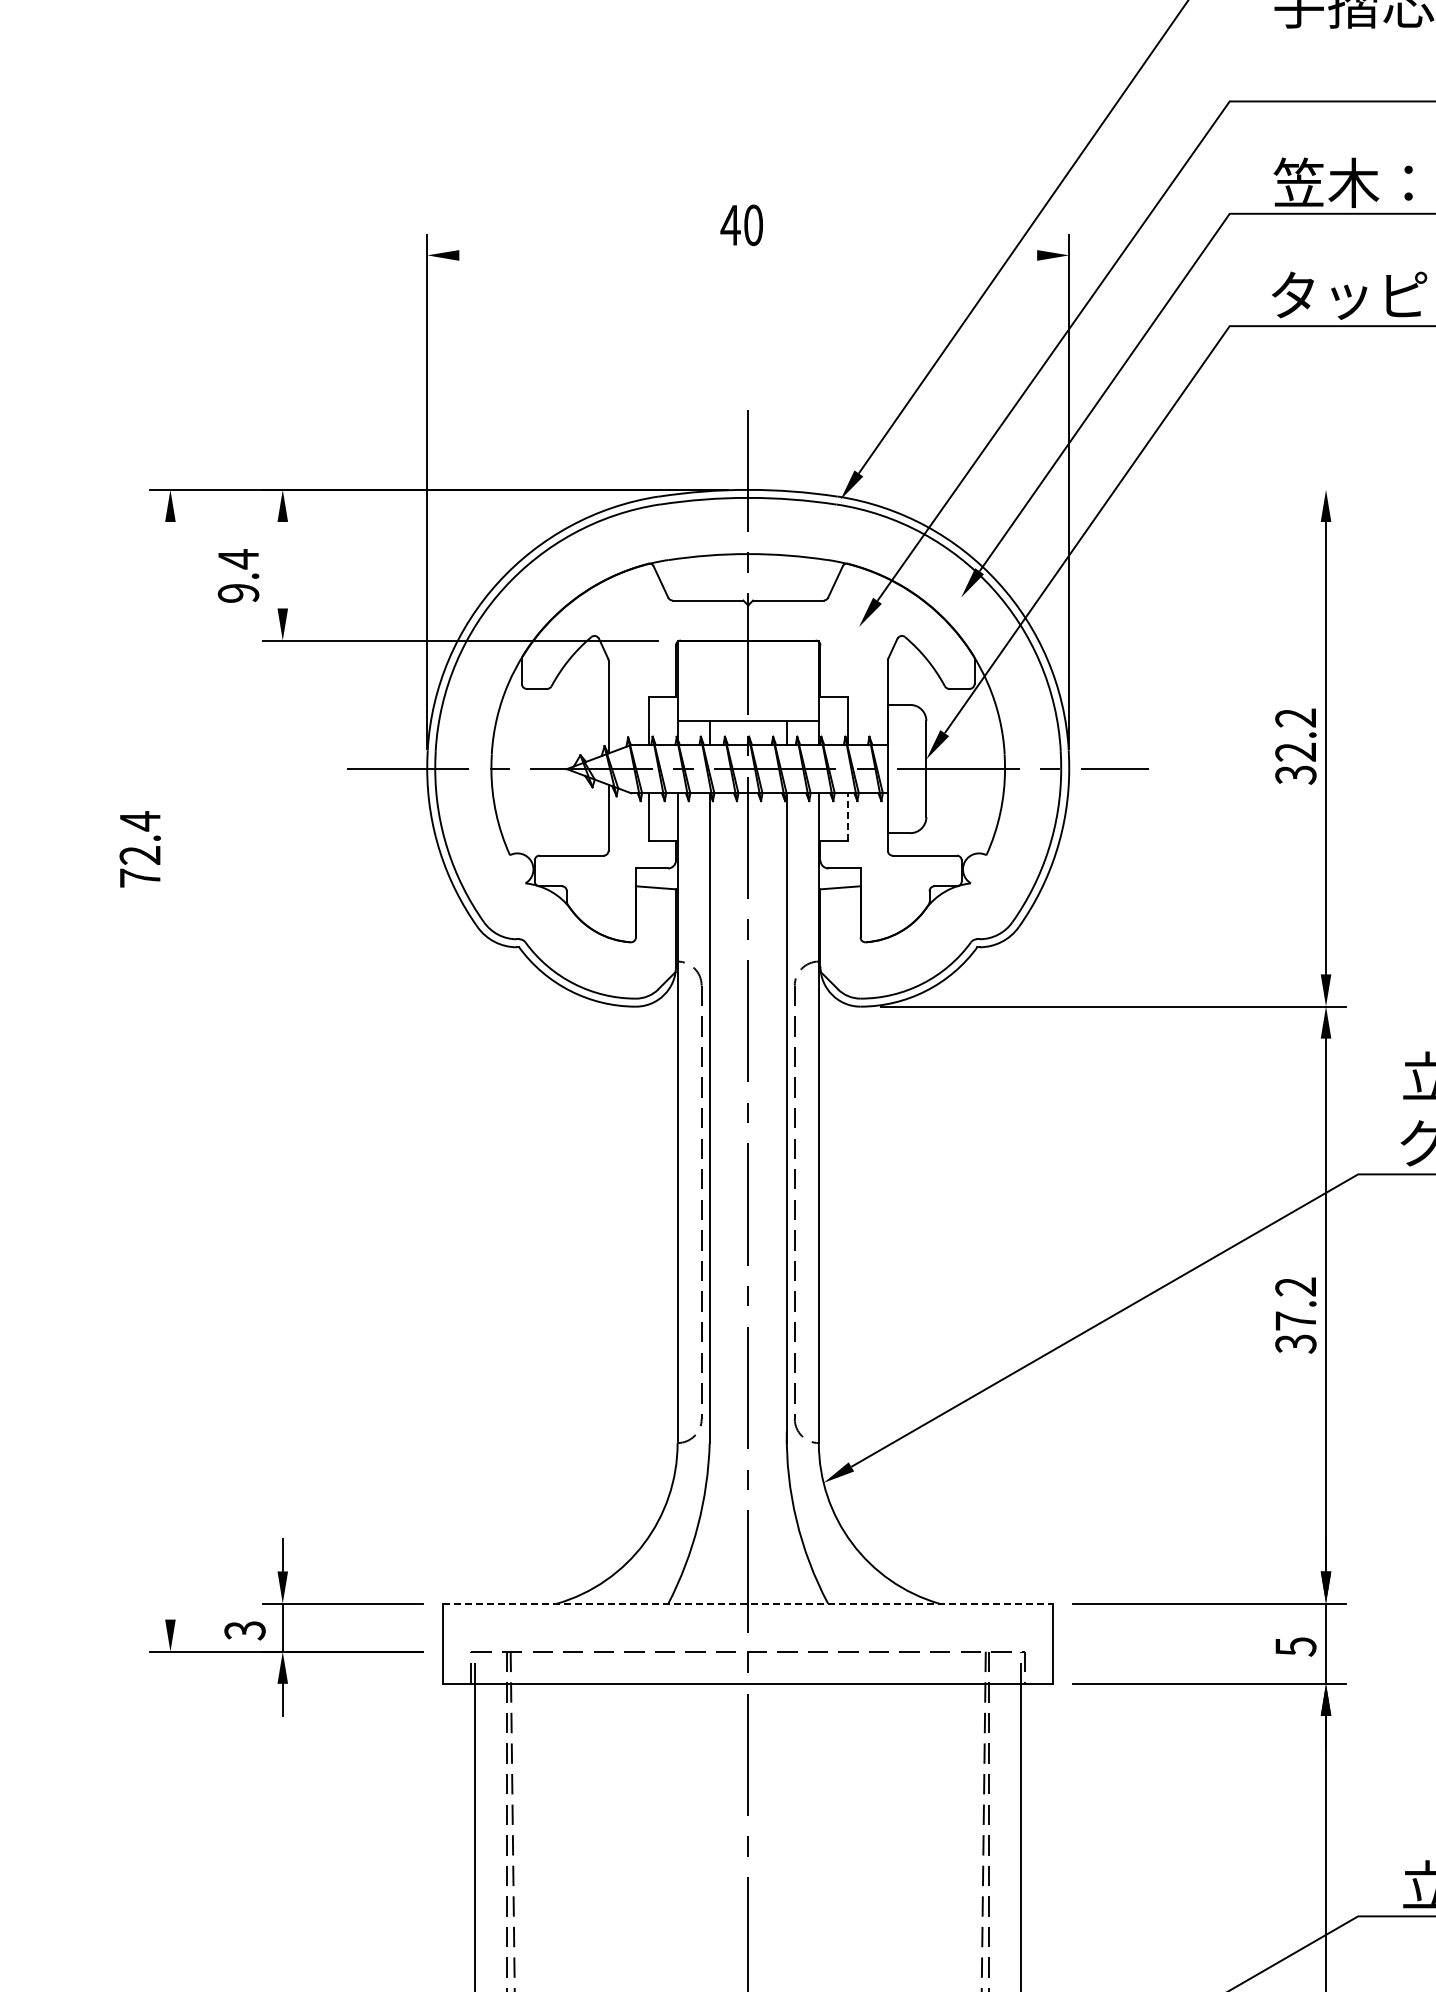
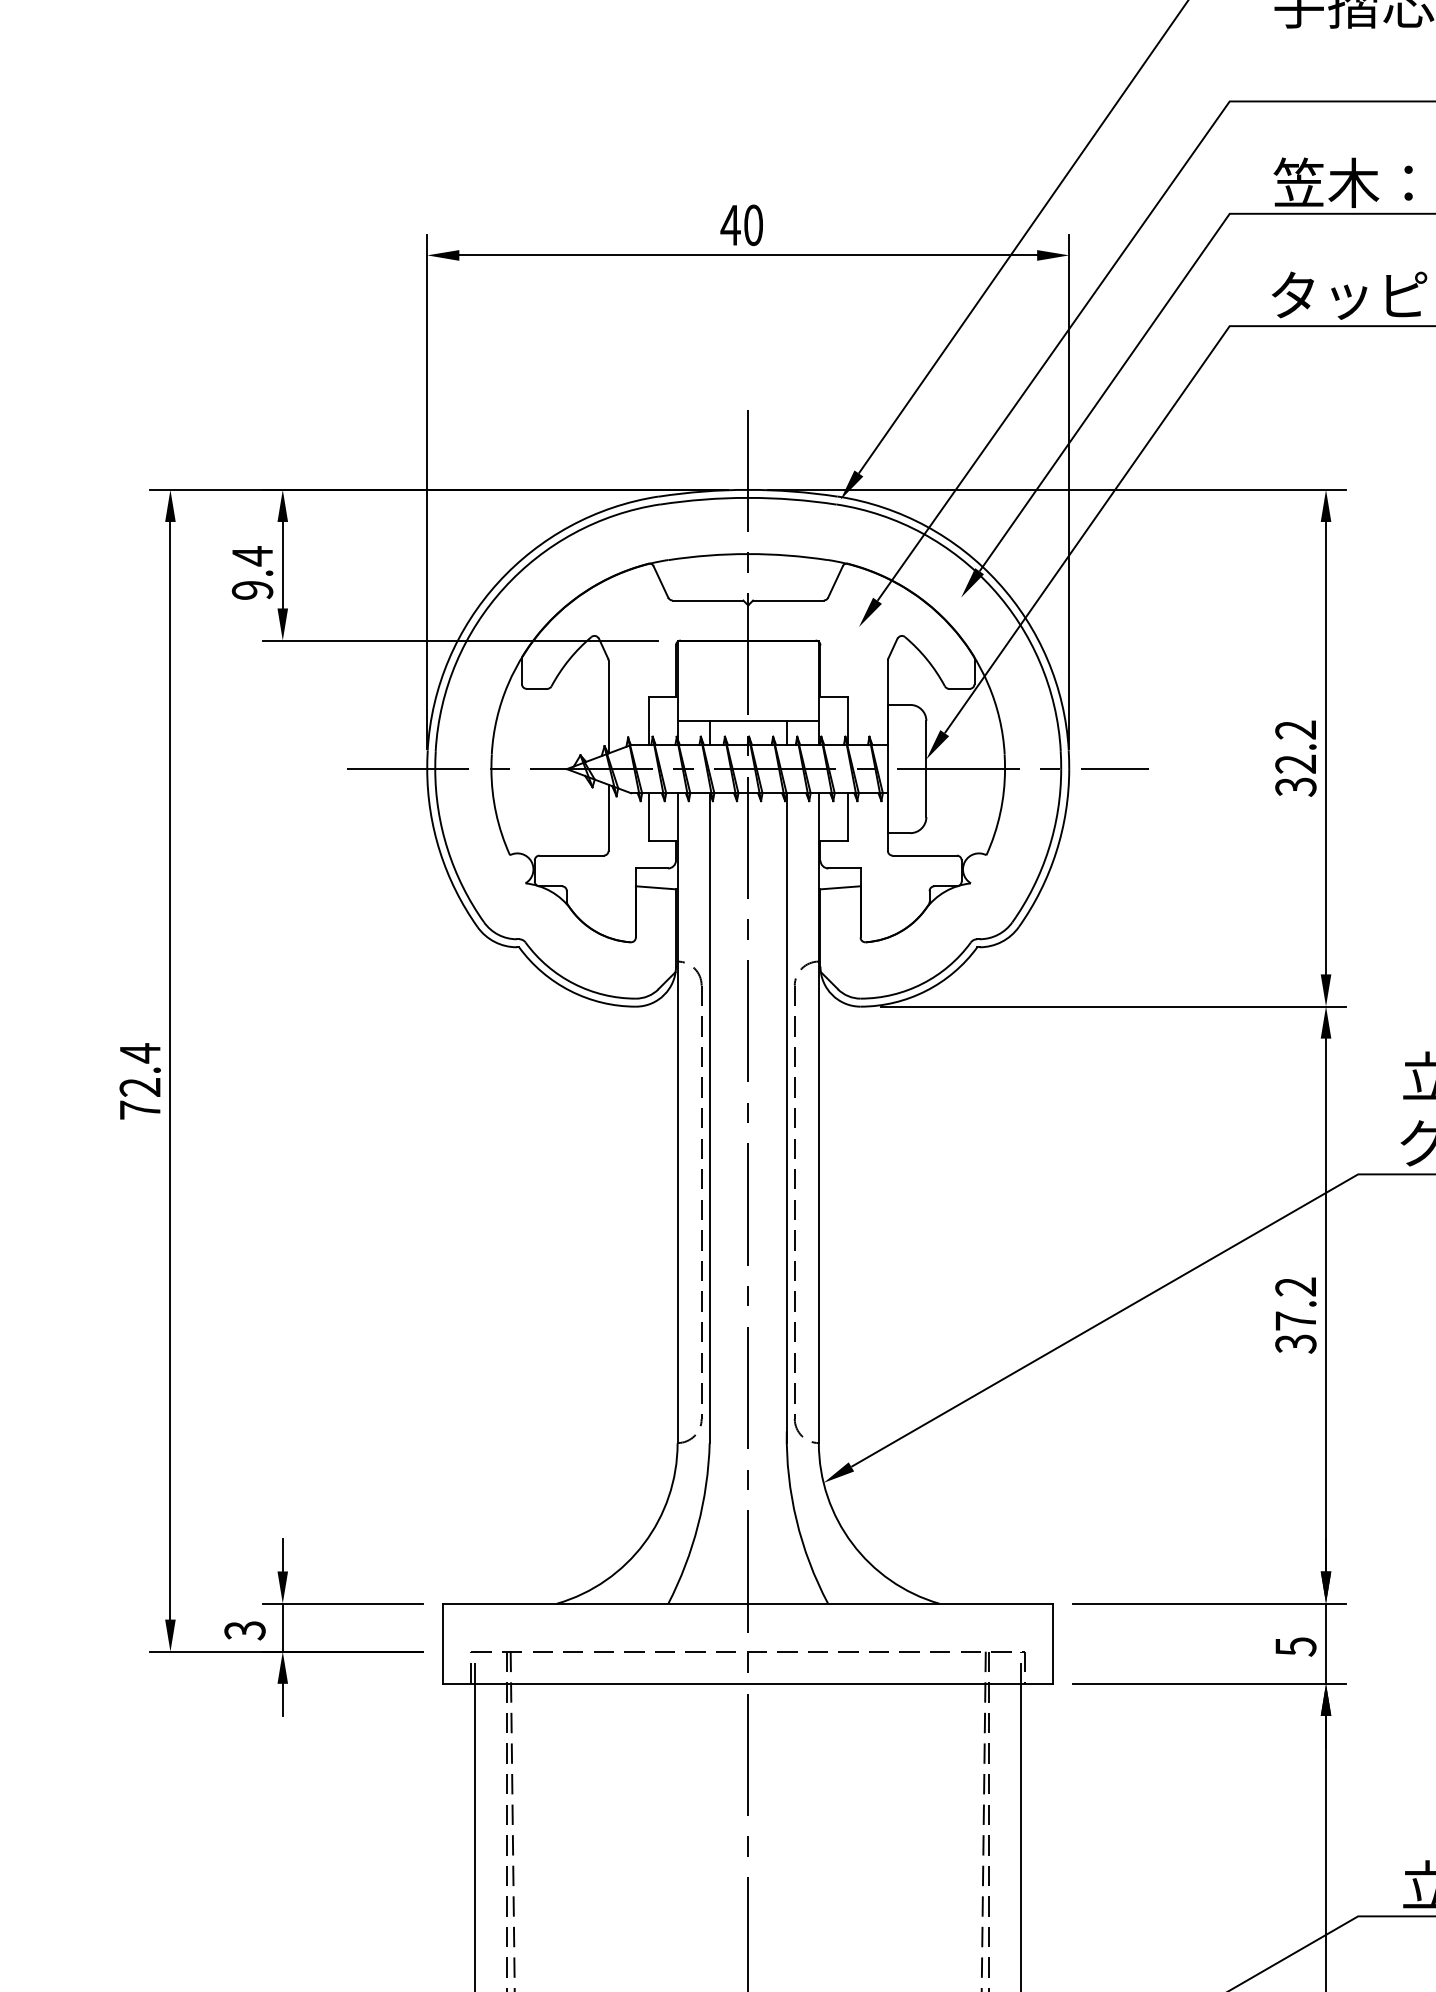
line at (748, 255): none -> present
line at (1057, 489): none -> present
line at (282, 564): none -> present
text at (238, 575) position: (238, 575) -> (252, 572)
text at (1295, 746) position: (1295, 746) -> (1295, 758)
line at (847, 816): dashed -> solid
text at (139, 849) position: (139, 849) -> (139, 1081)
line at (170, 1070): none -> present
line at (748, 1603): dashed -> solid
